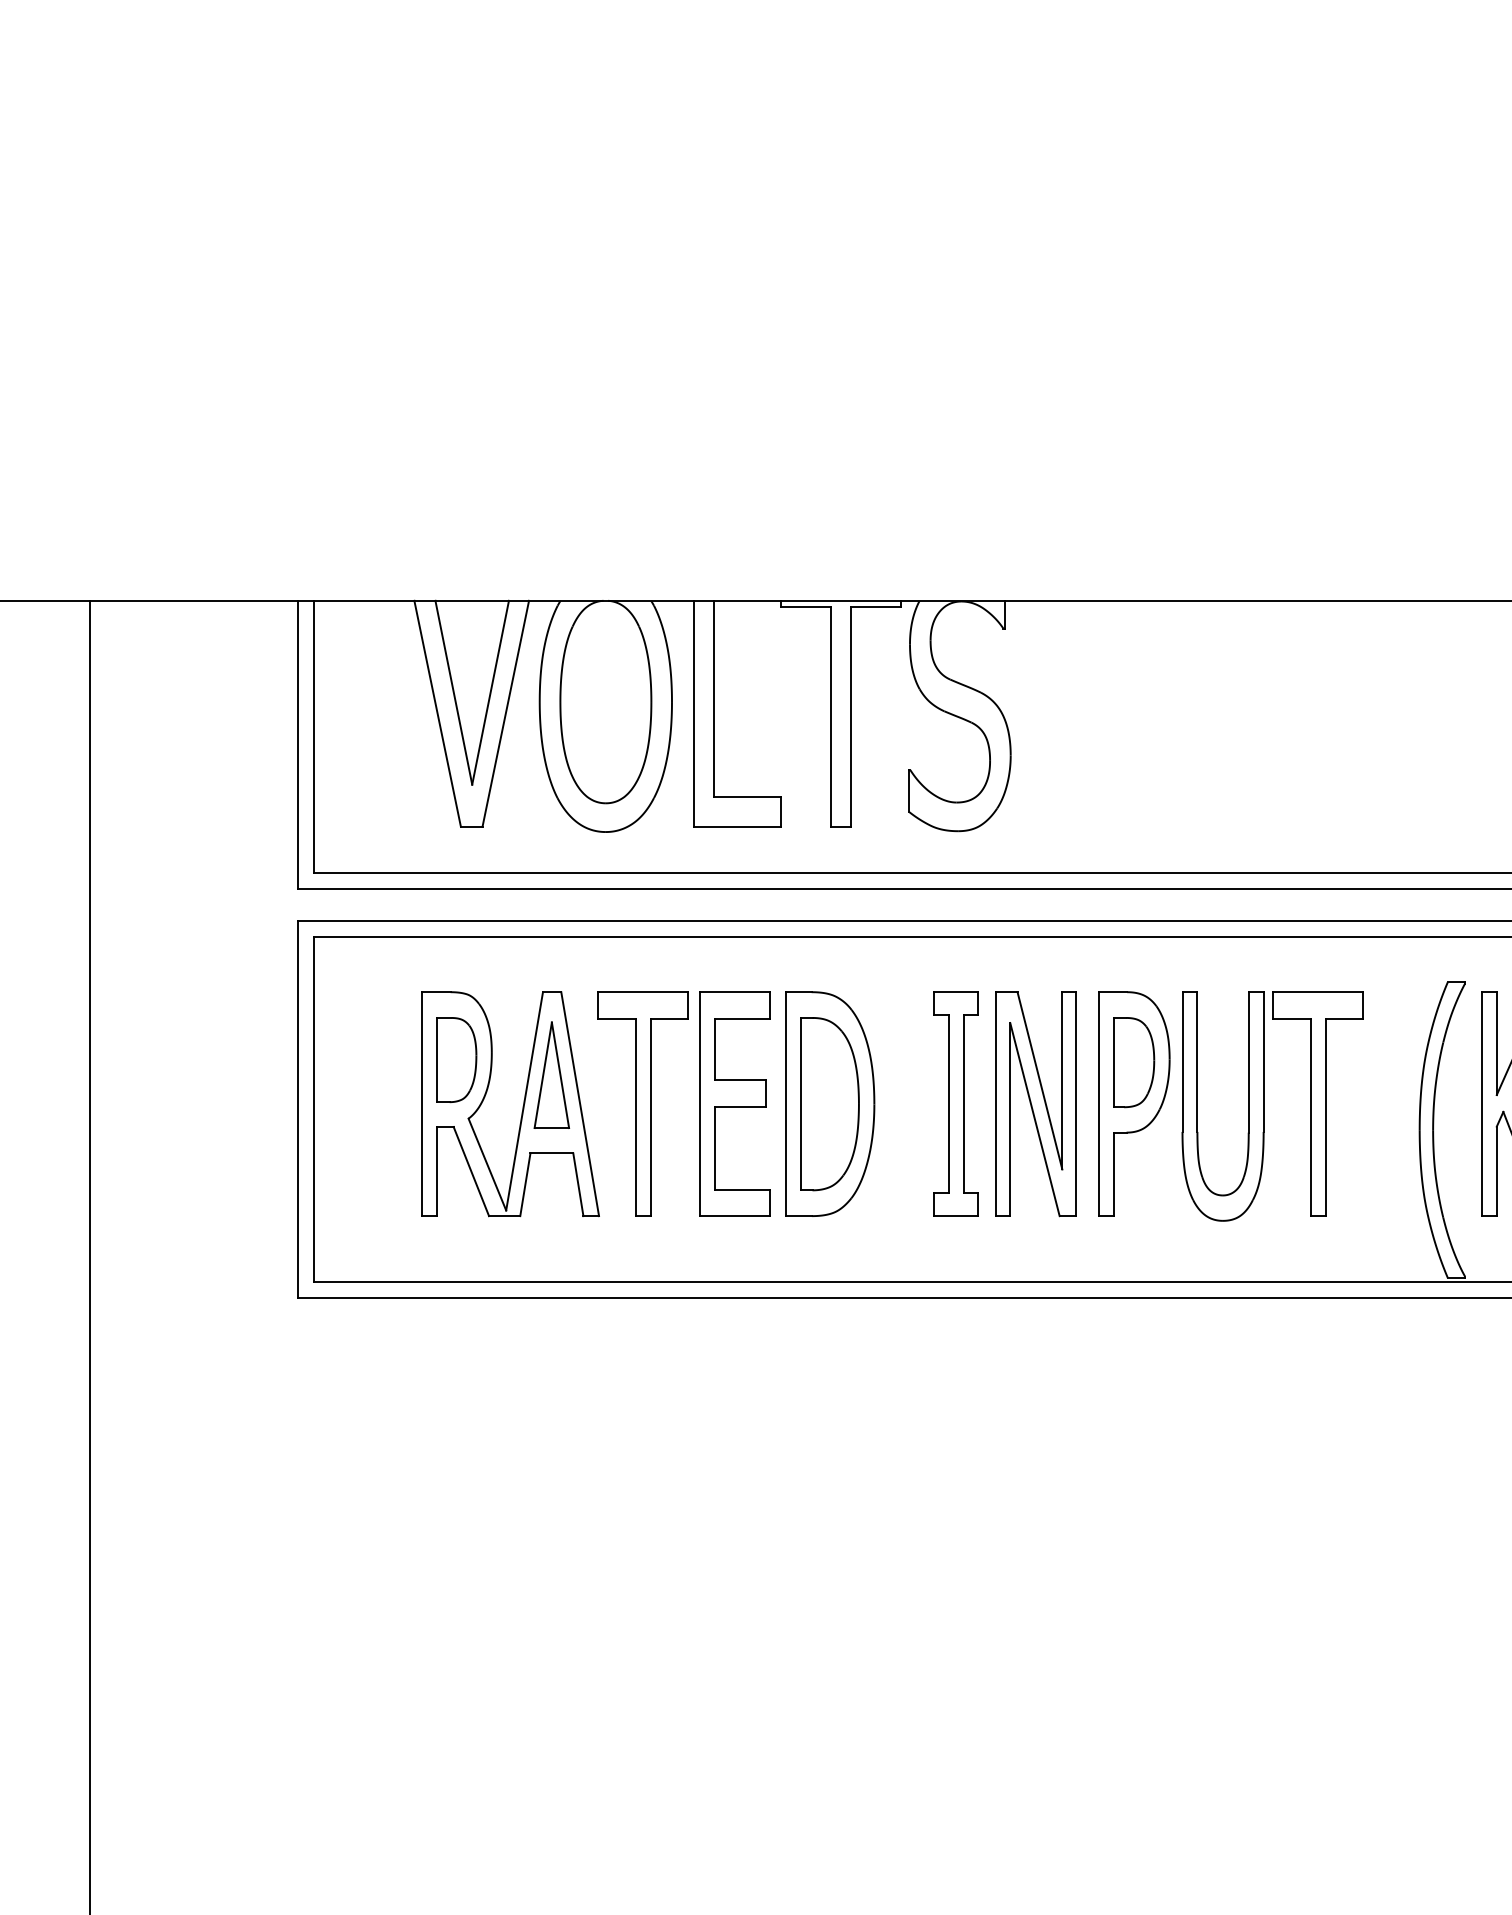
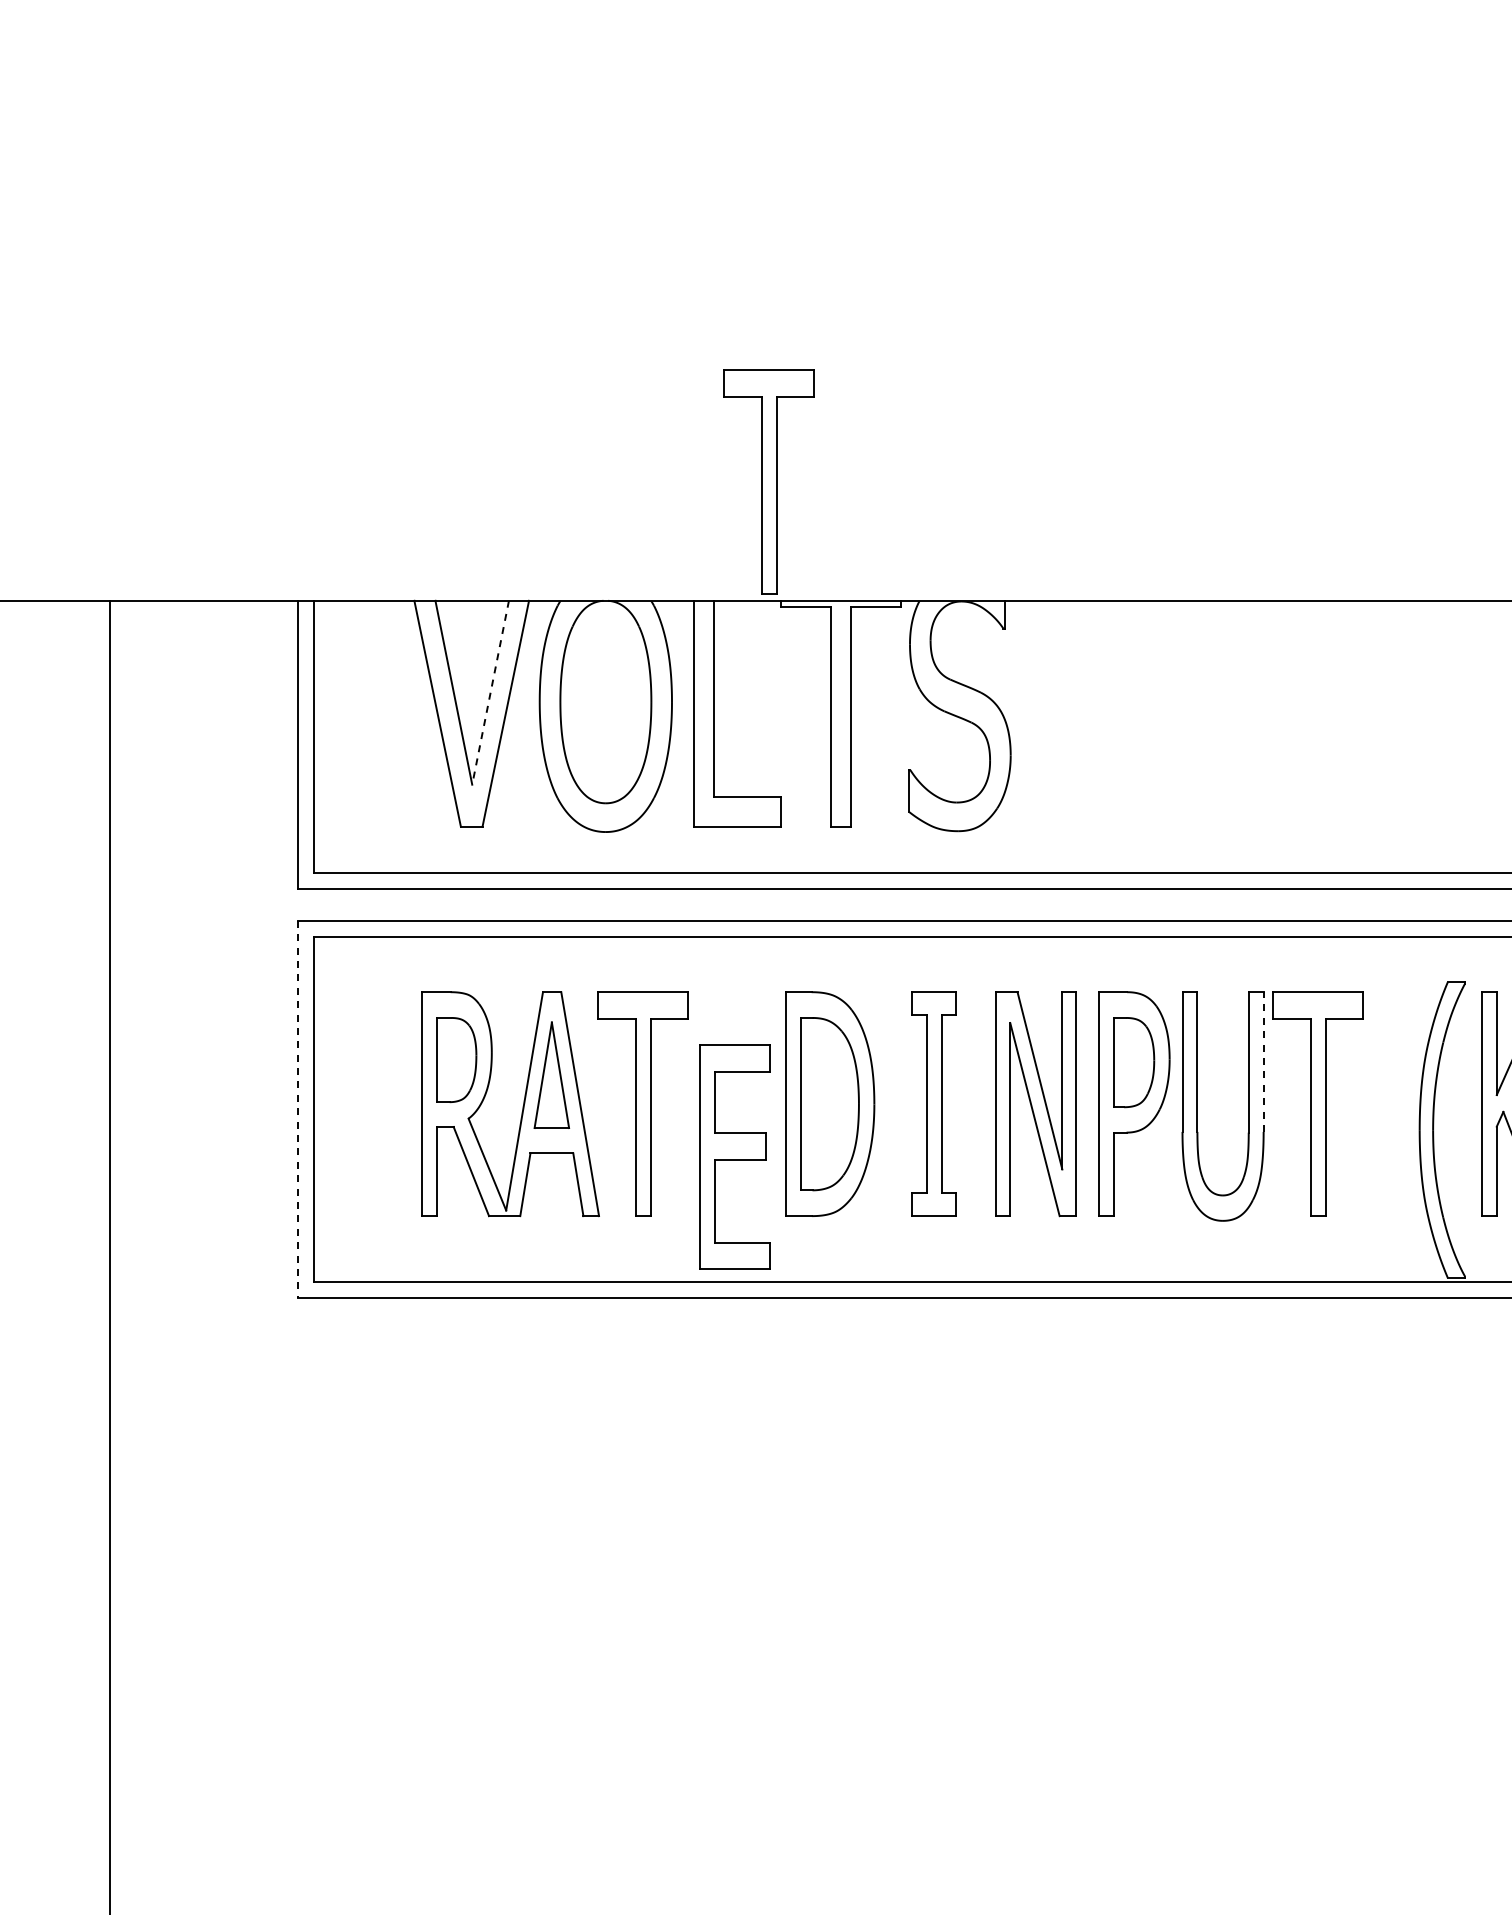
part at (768, 481): none -> present
line at (490, 692): solid -> dashed
line at (1263, 1062): solid -> dashed
part at (734, 1103) position: (734, 1103) -> (734, 1156)
part at (955, 1103) position: (955, 1103) -> (933, 1103)
line at (298, 1109): solid -> dashed
line at (90, 1255) position: (90, 1255) -> (110, 1255)
